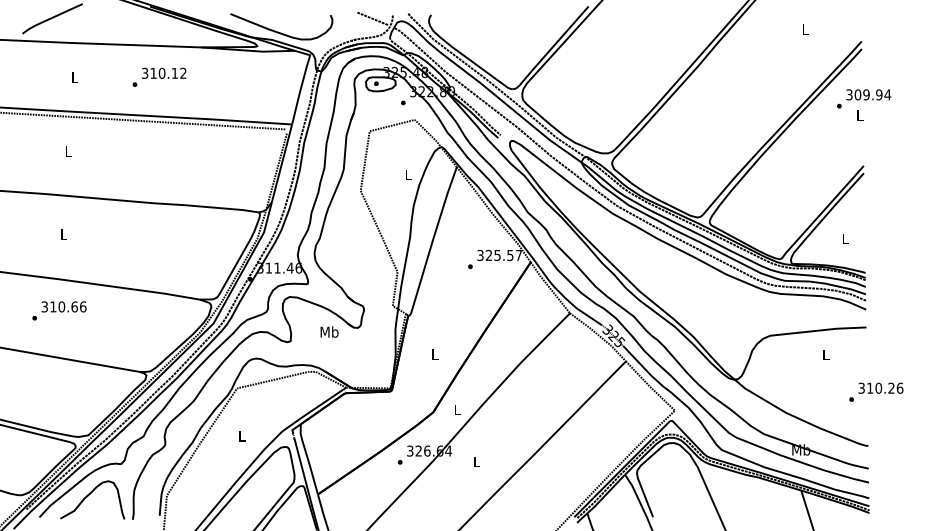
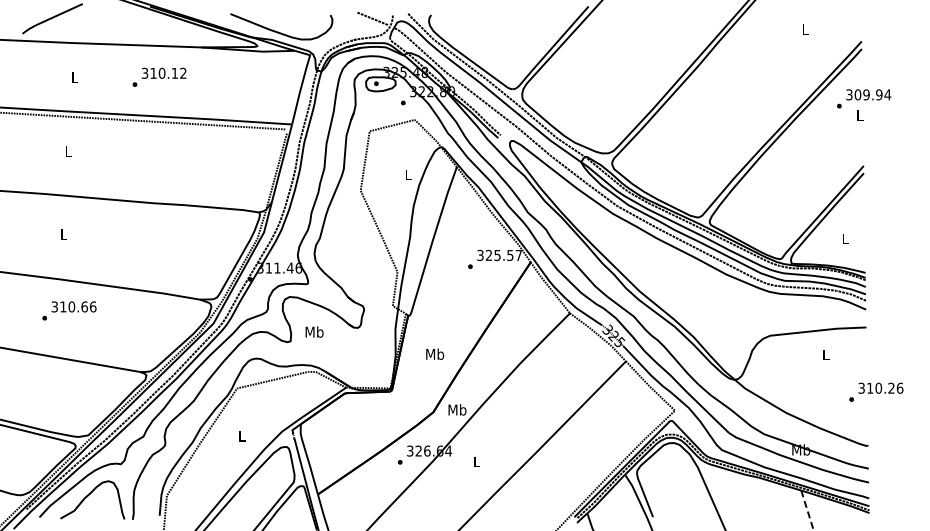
text at (59, 310) position: (59, 310) -> (69, 310)
text at (329, 331) position: (329, 331) -> (314, 331)
text at (435, 353): L -> Mb
text at (457, 409): L -> Mb
line at (807, 510): solid -> dashed
